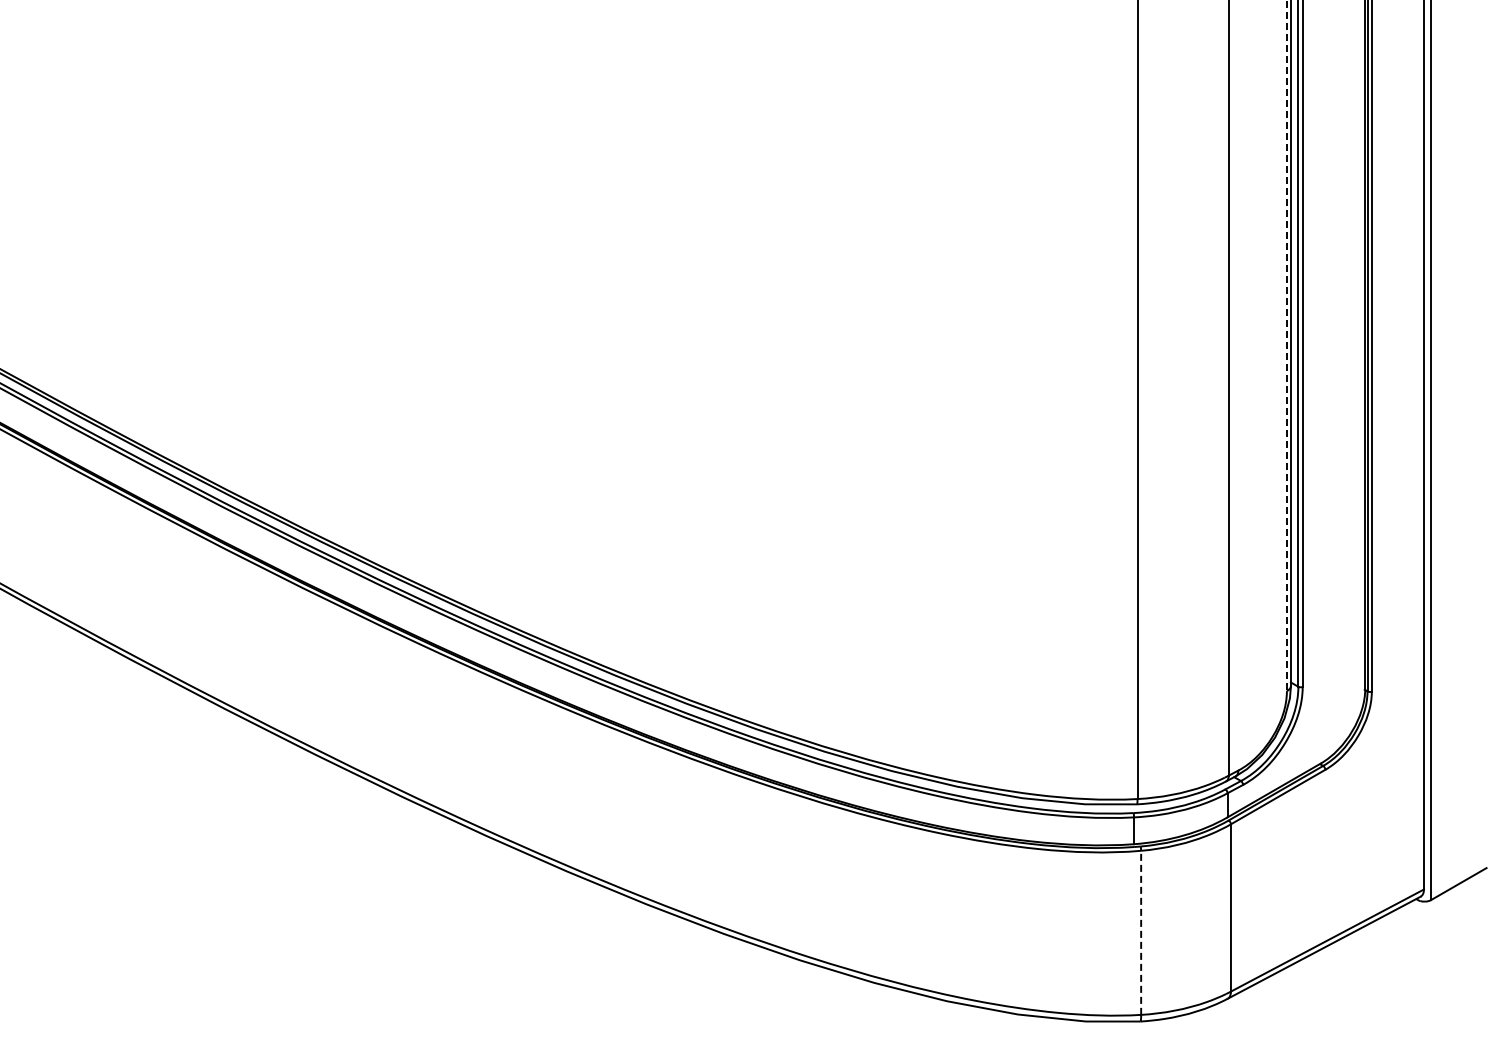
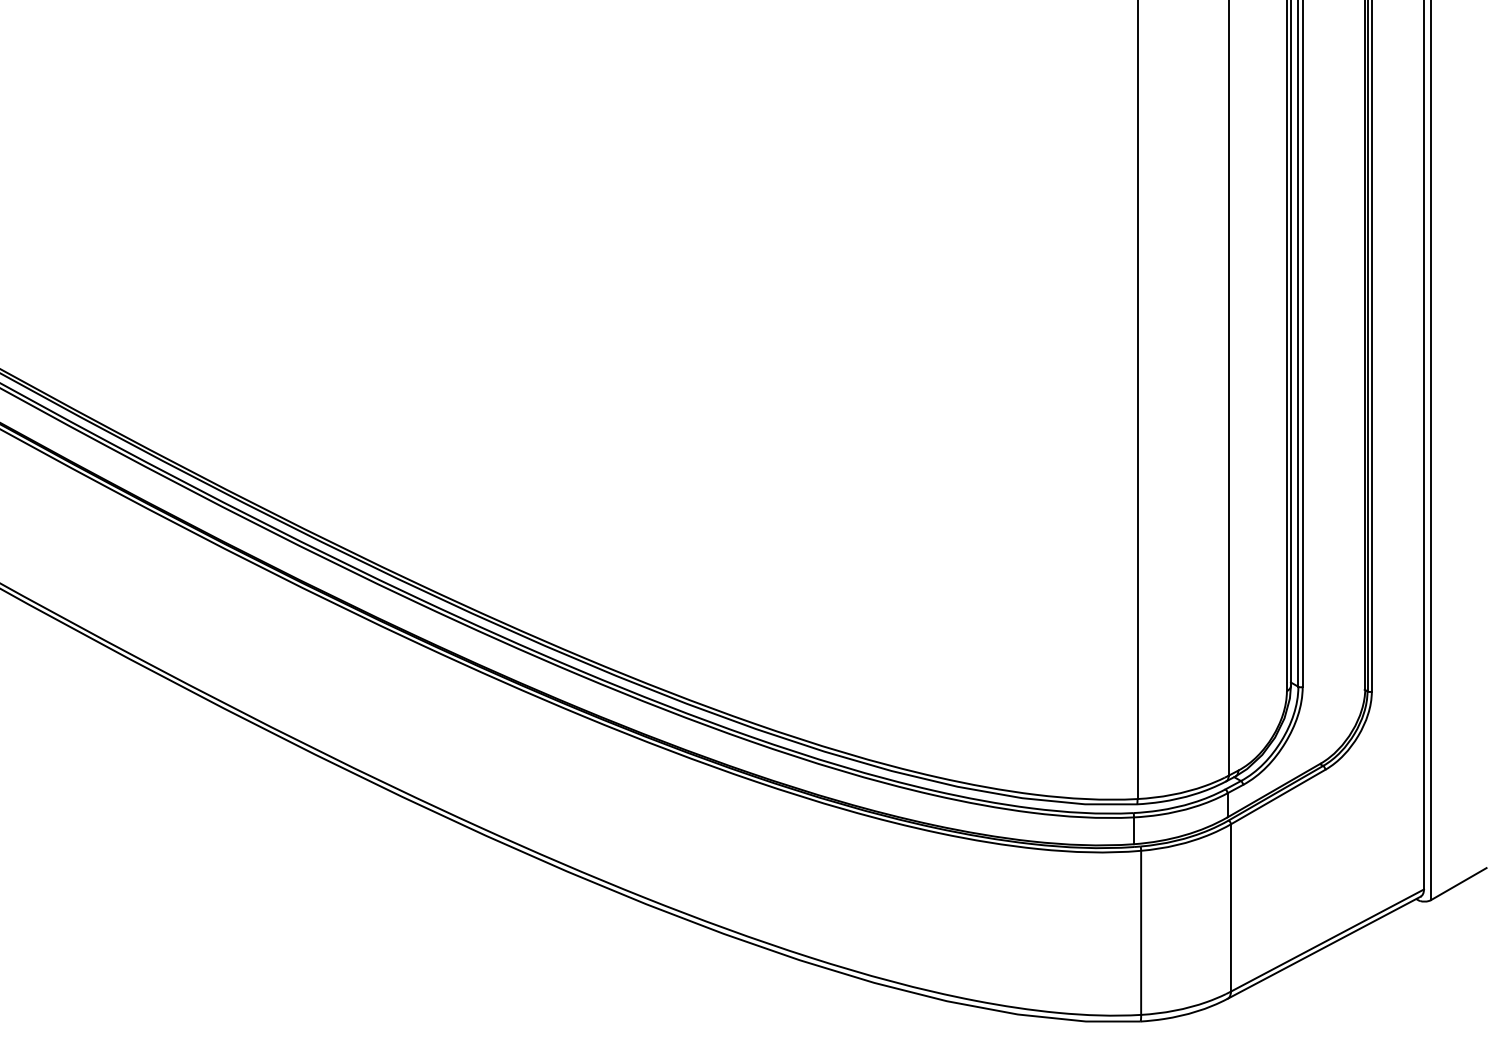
line at (1286, 346): dashed -> solid
line at (1141, 932): dashed -> solid
